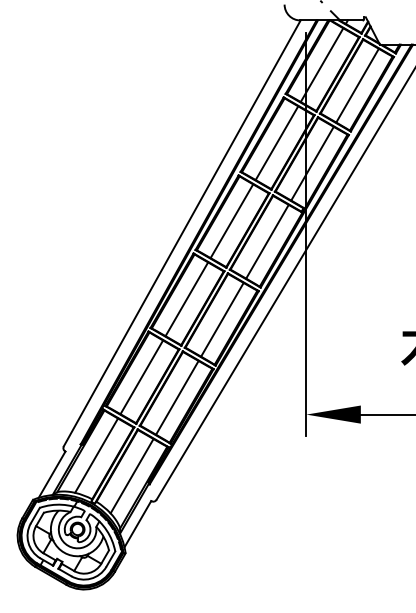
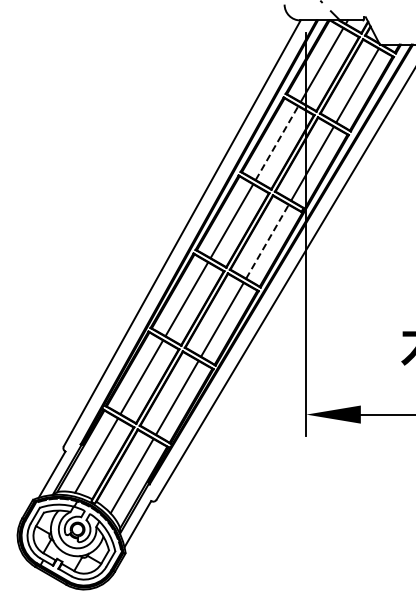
line at (276, 143): solid -> dashed
line at (267, 241): solid -> dashed
